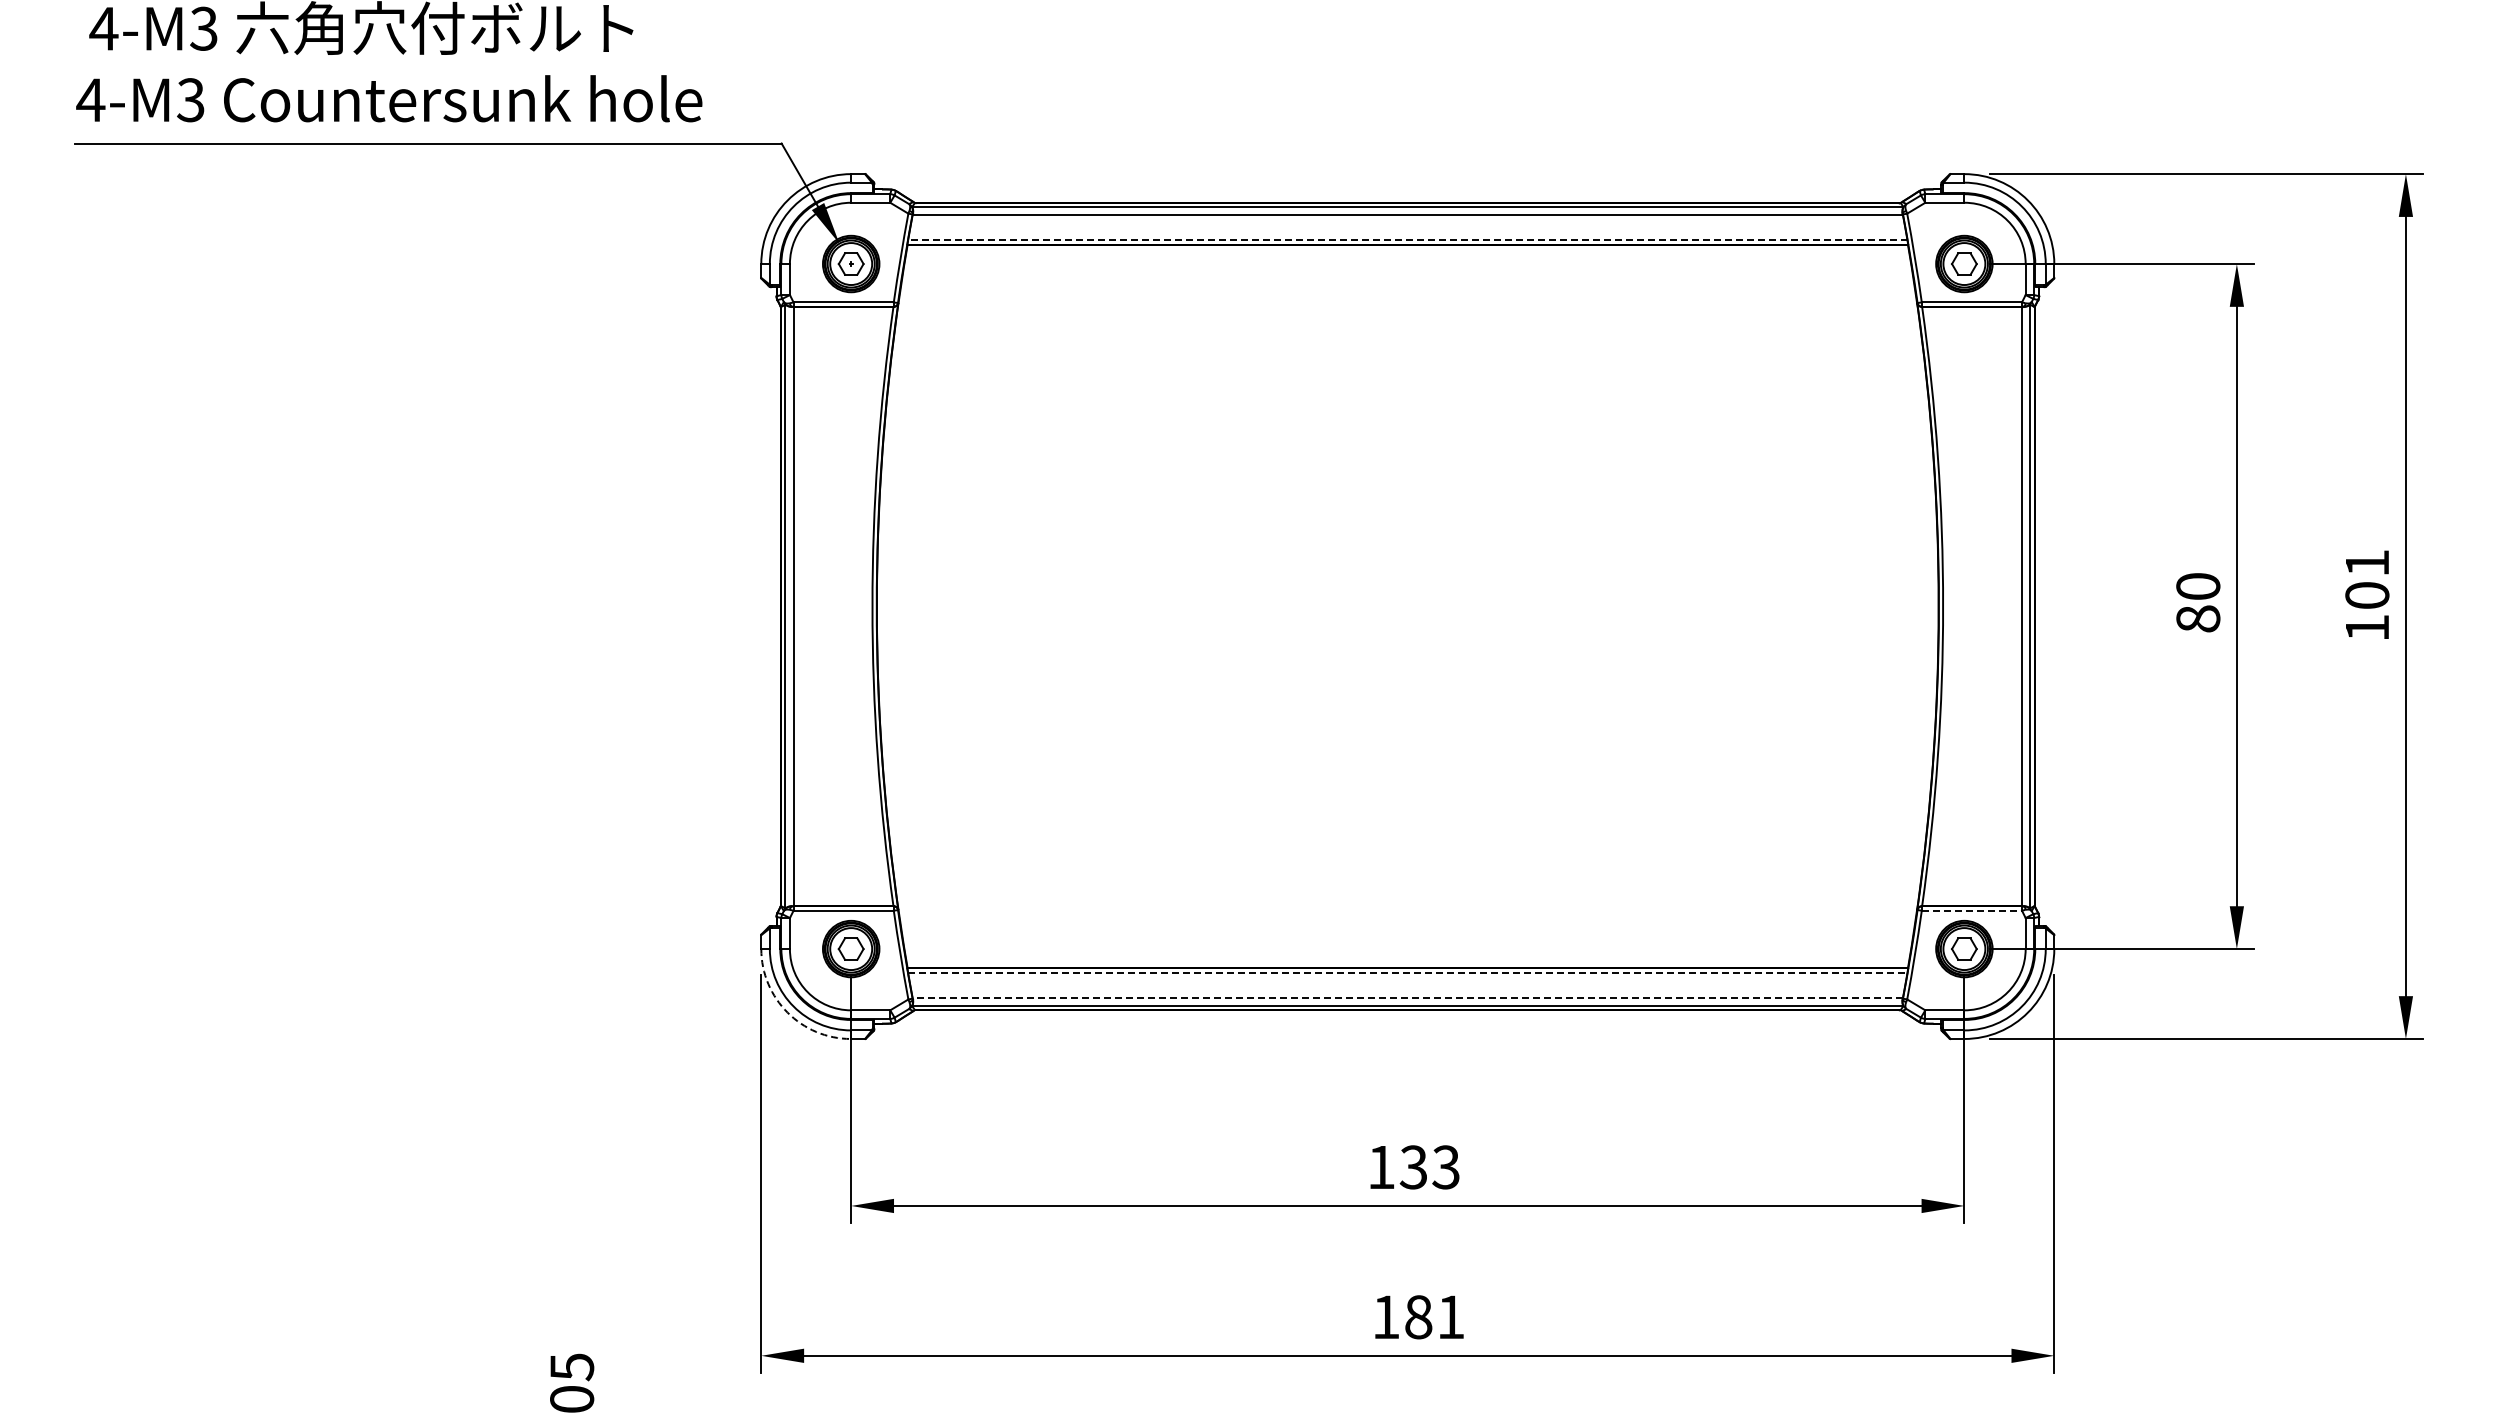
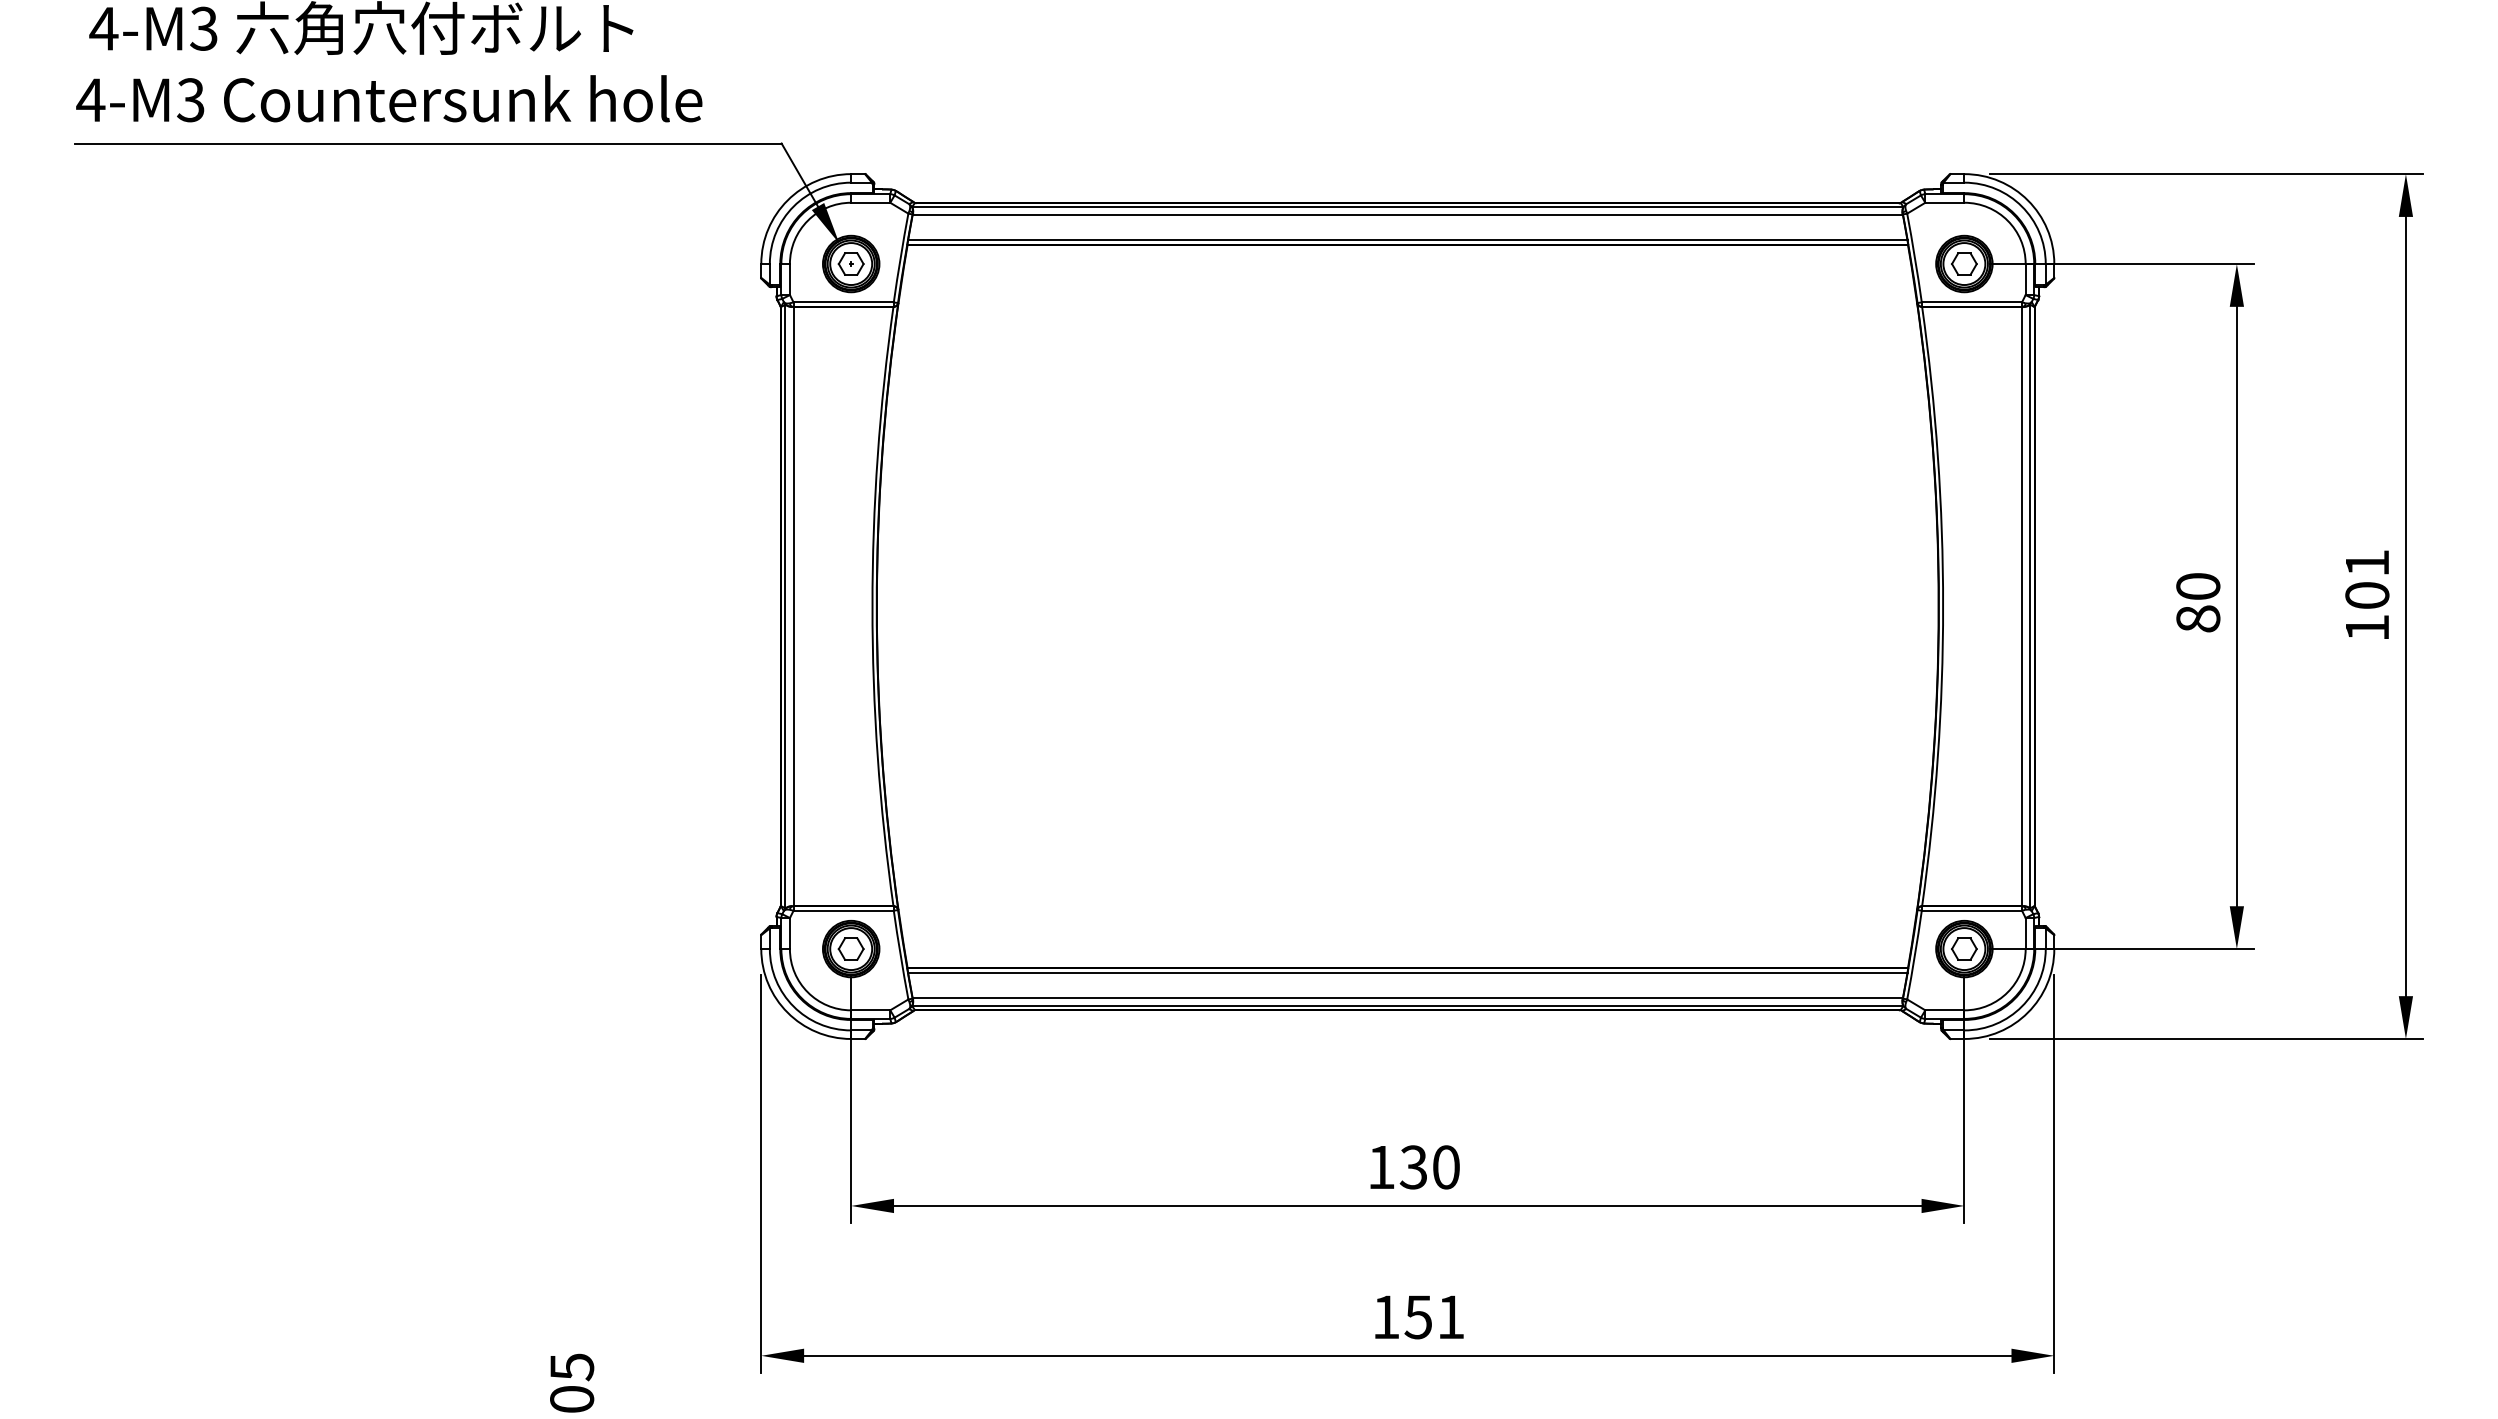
line at (1407, 240): dashed -> solid
line at (1972, 910): dashed -> solid
line at (1407, 972): dashed -> solid
line at (1407, 997): dashed -> solid
arc at (787, 1012): dashed -> solid
text at (1445, 1167): 133 -> 130
text at (1418, 1317): 181 -> 151
